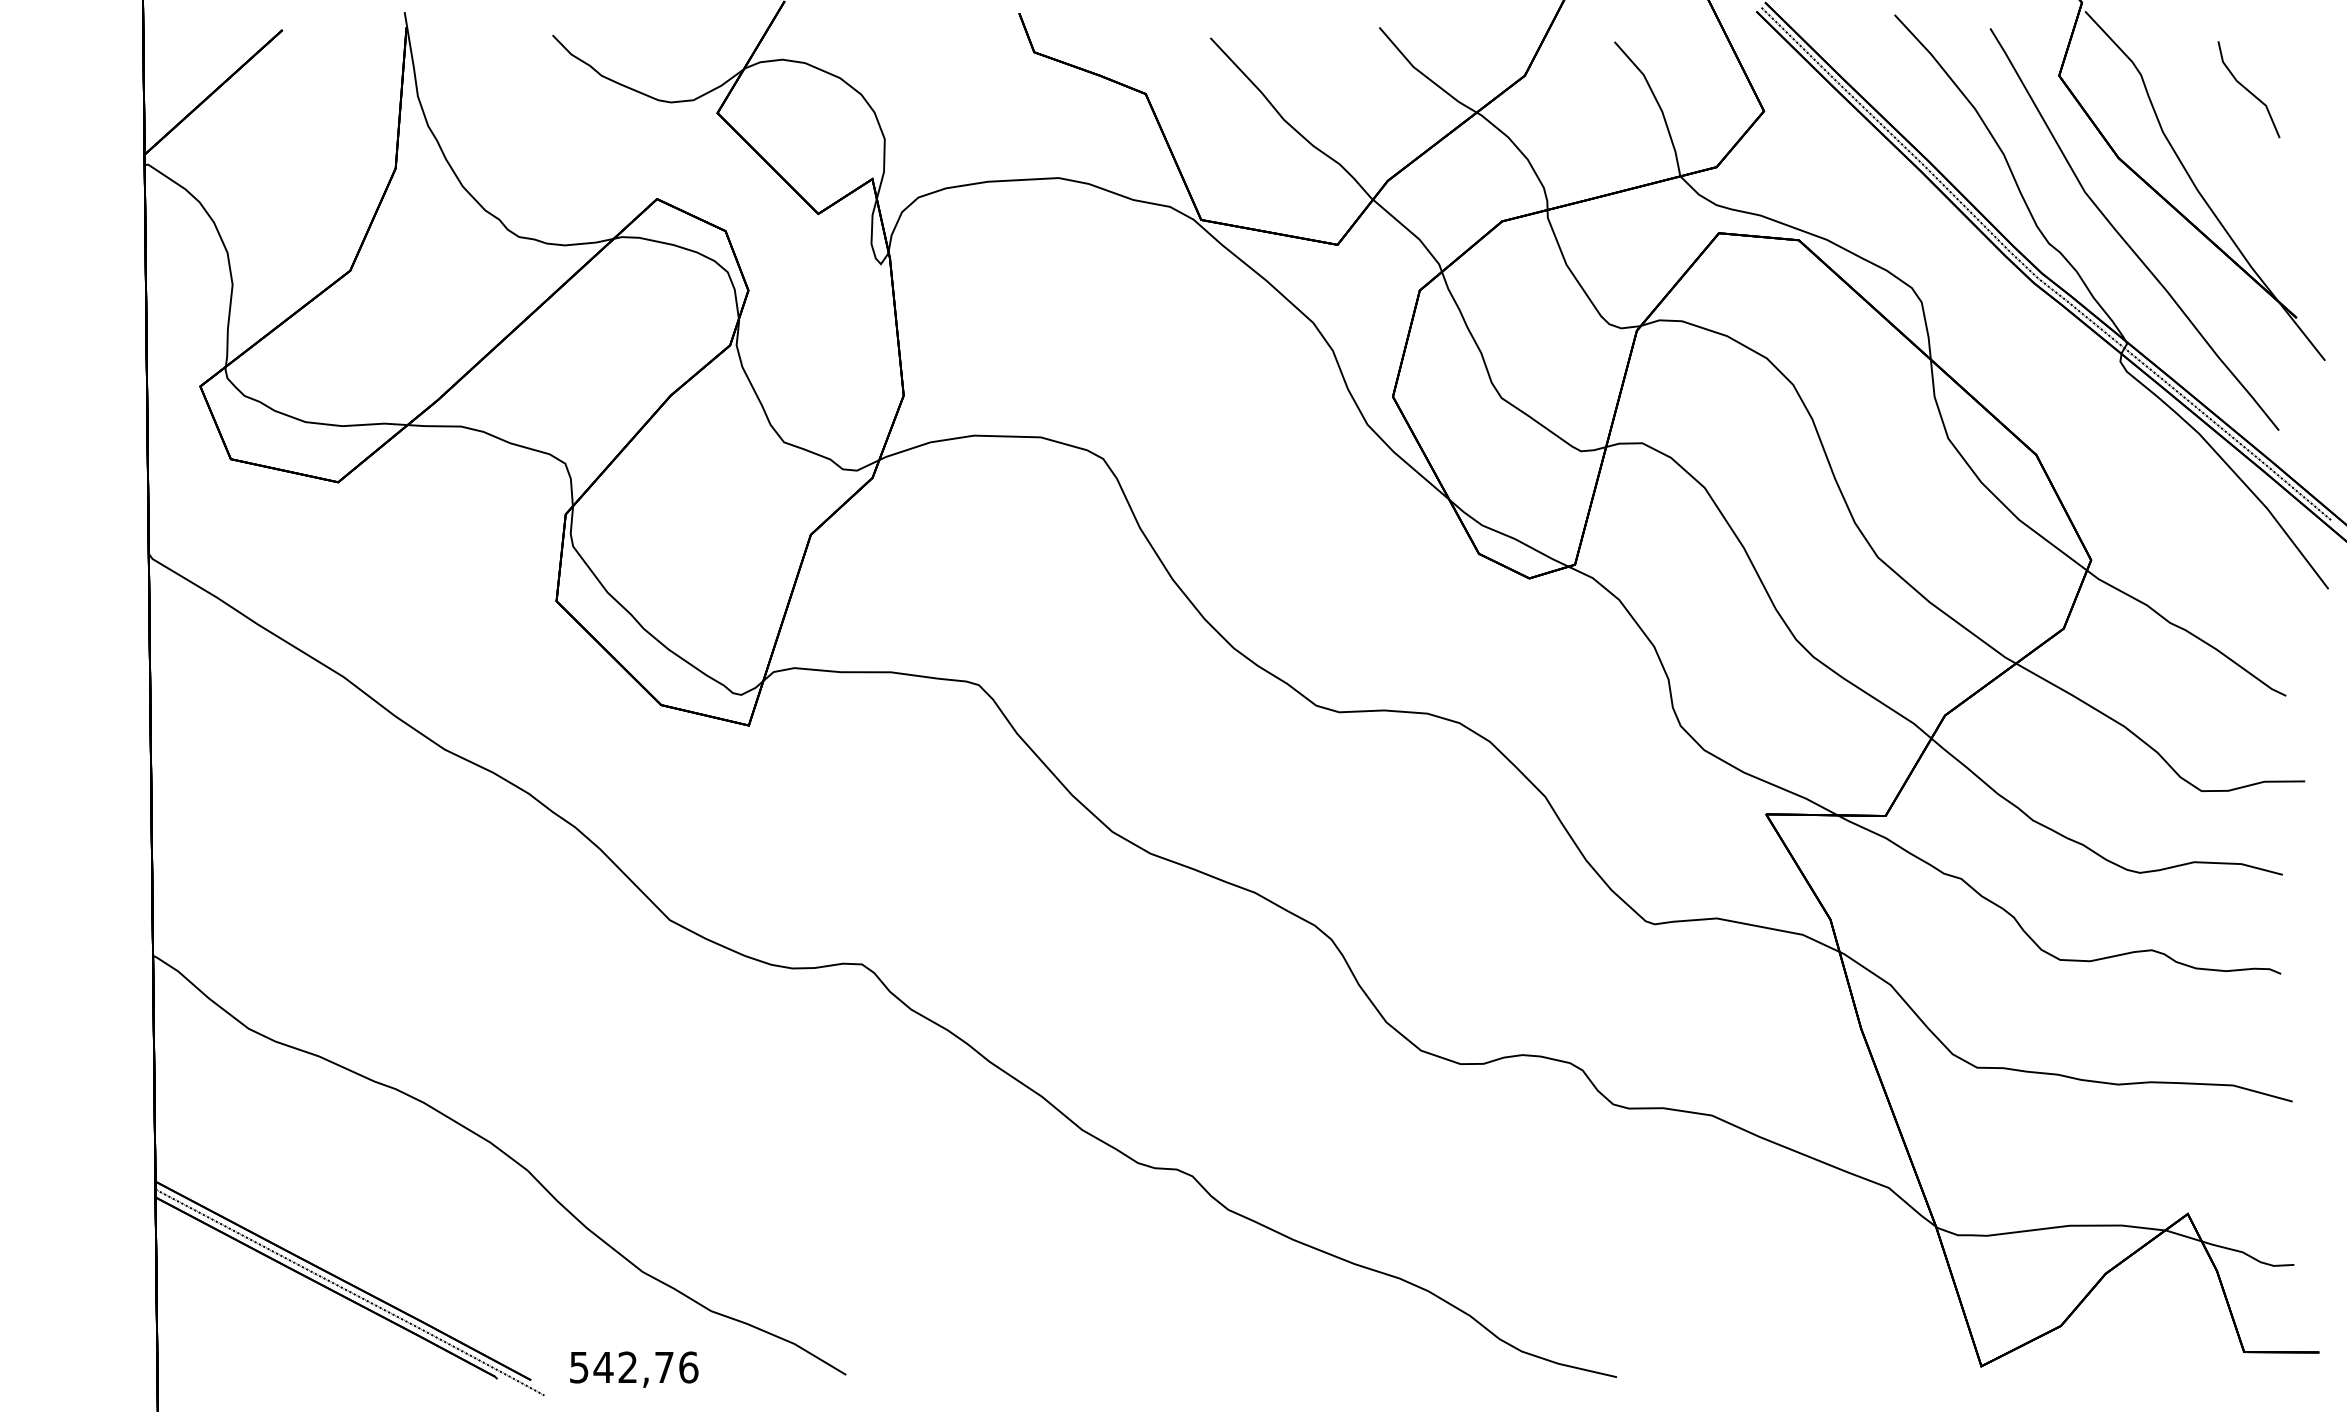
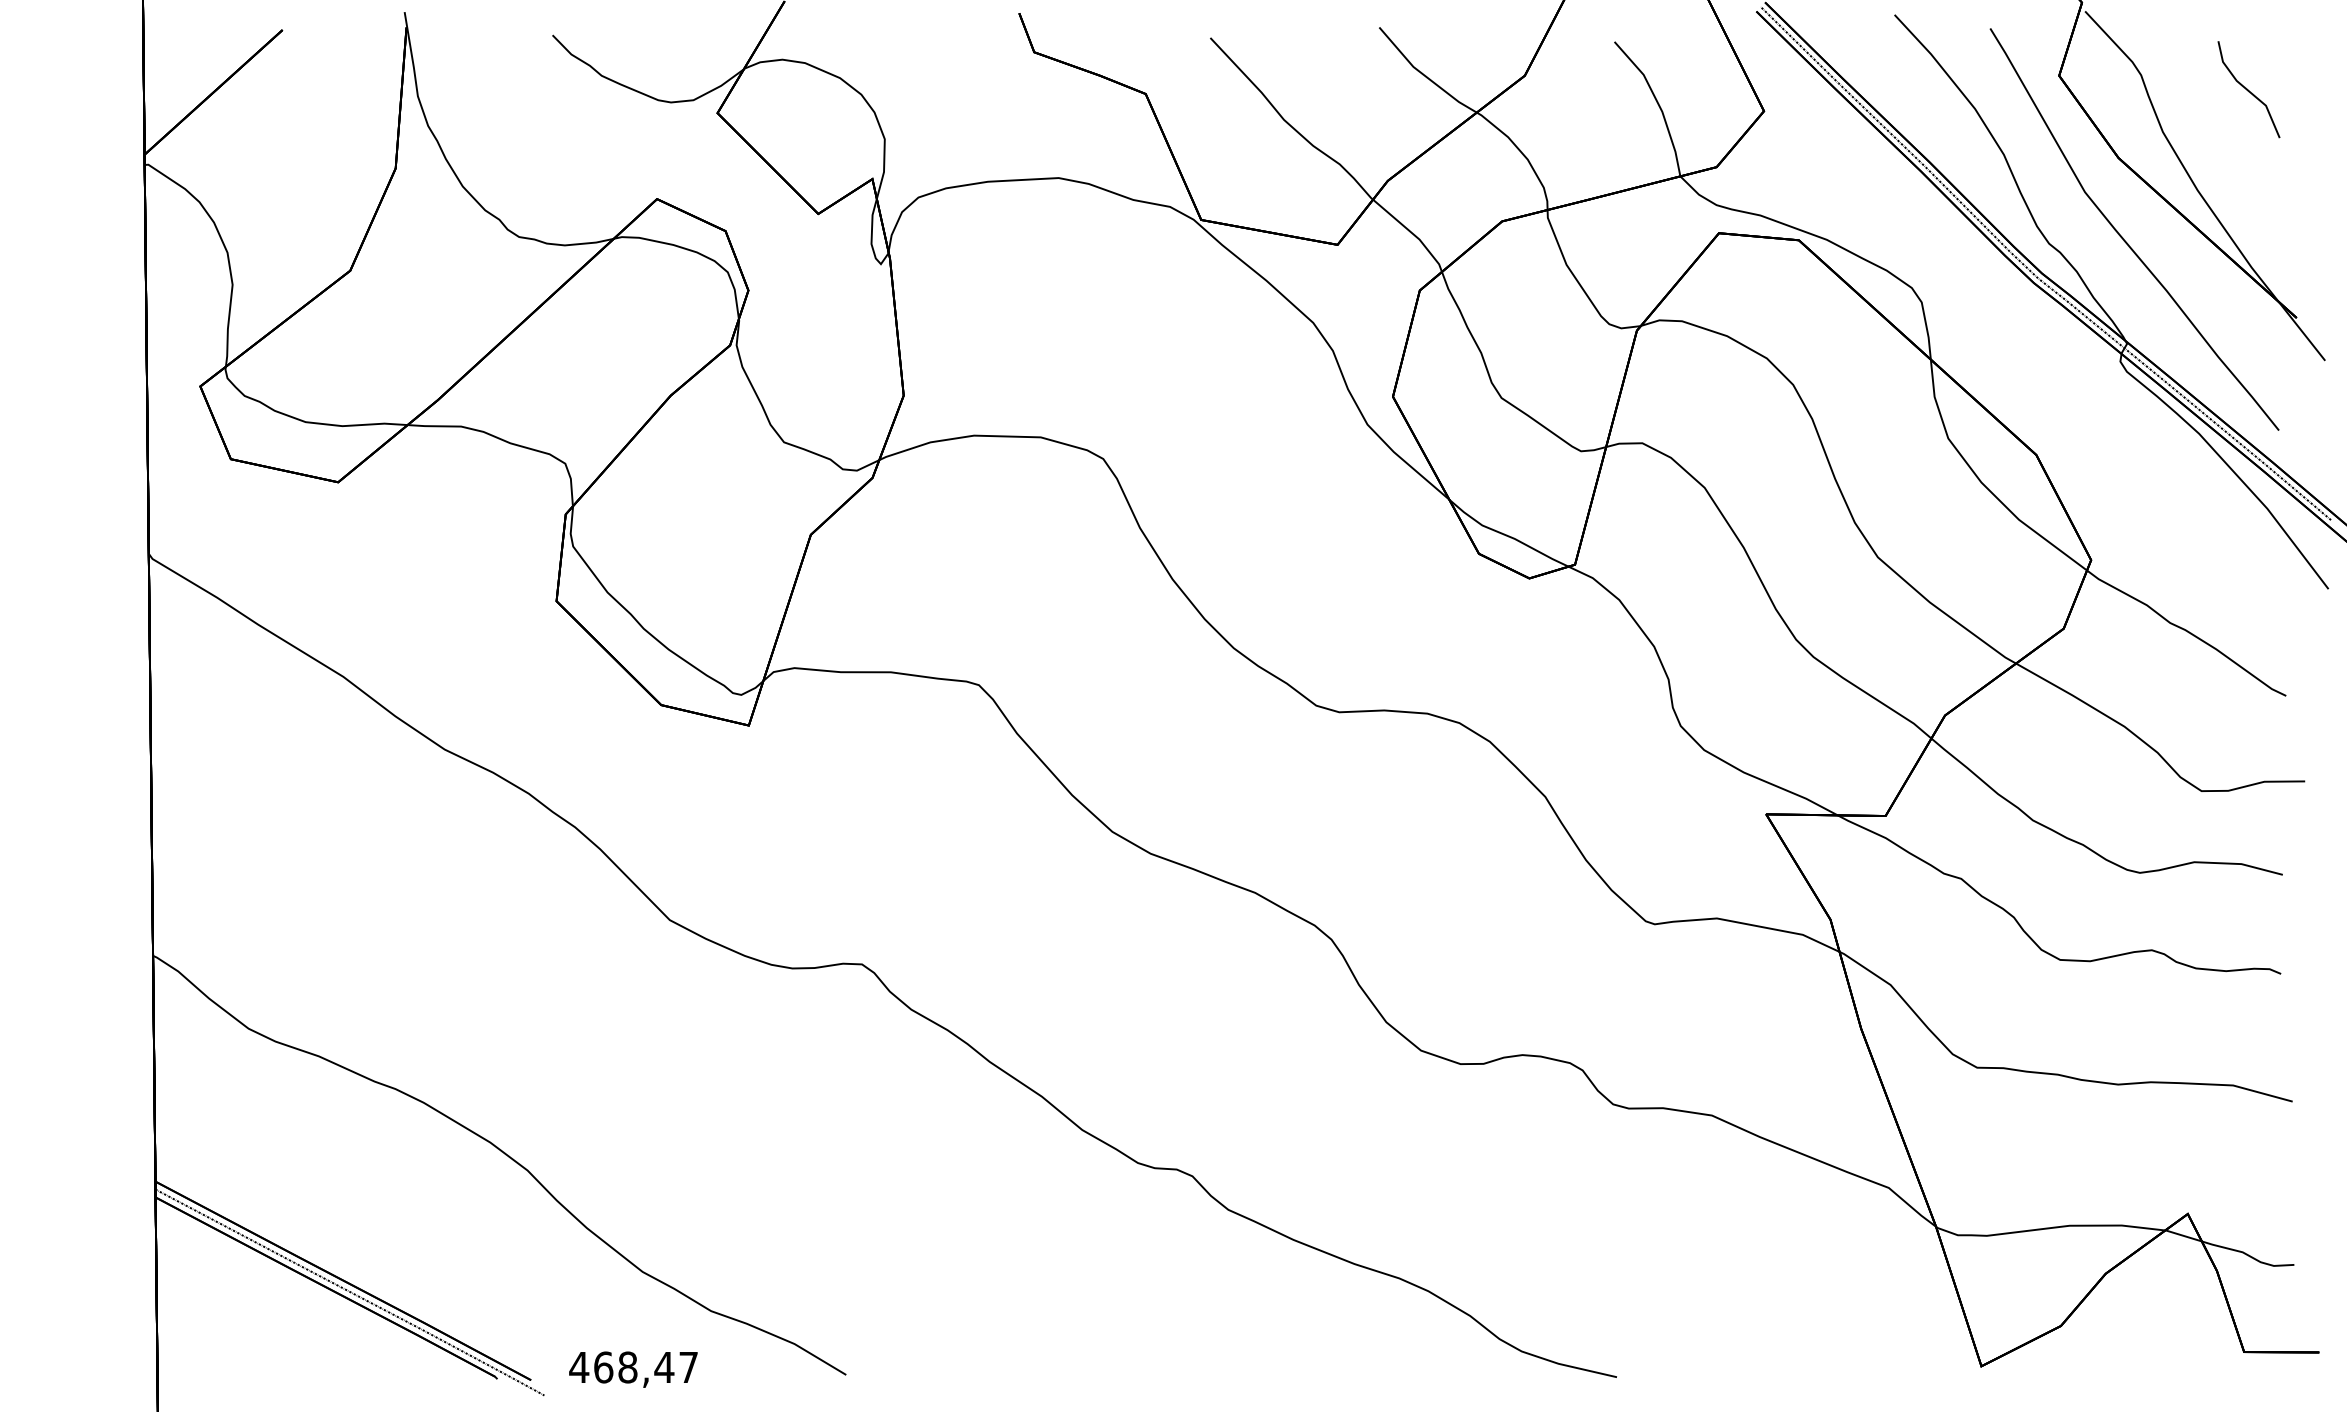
text at (633, 1367): 542,76 -> 468,47
